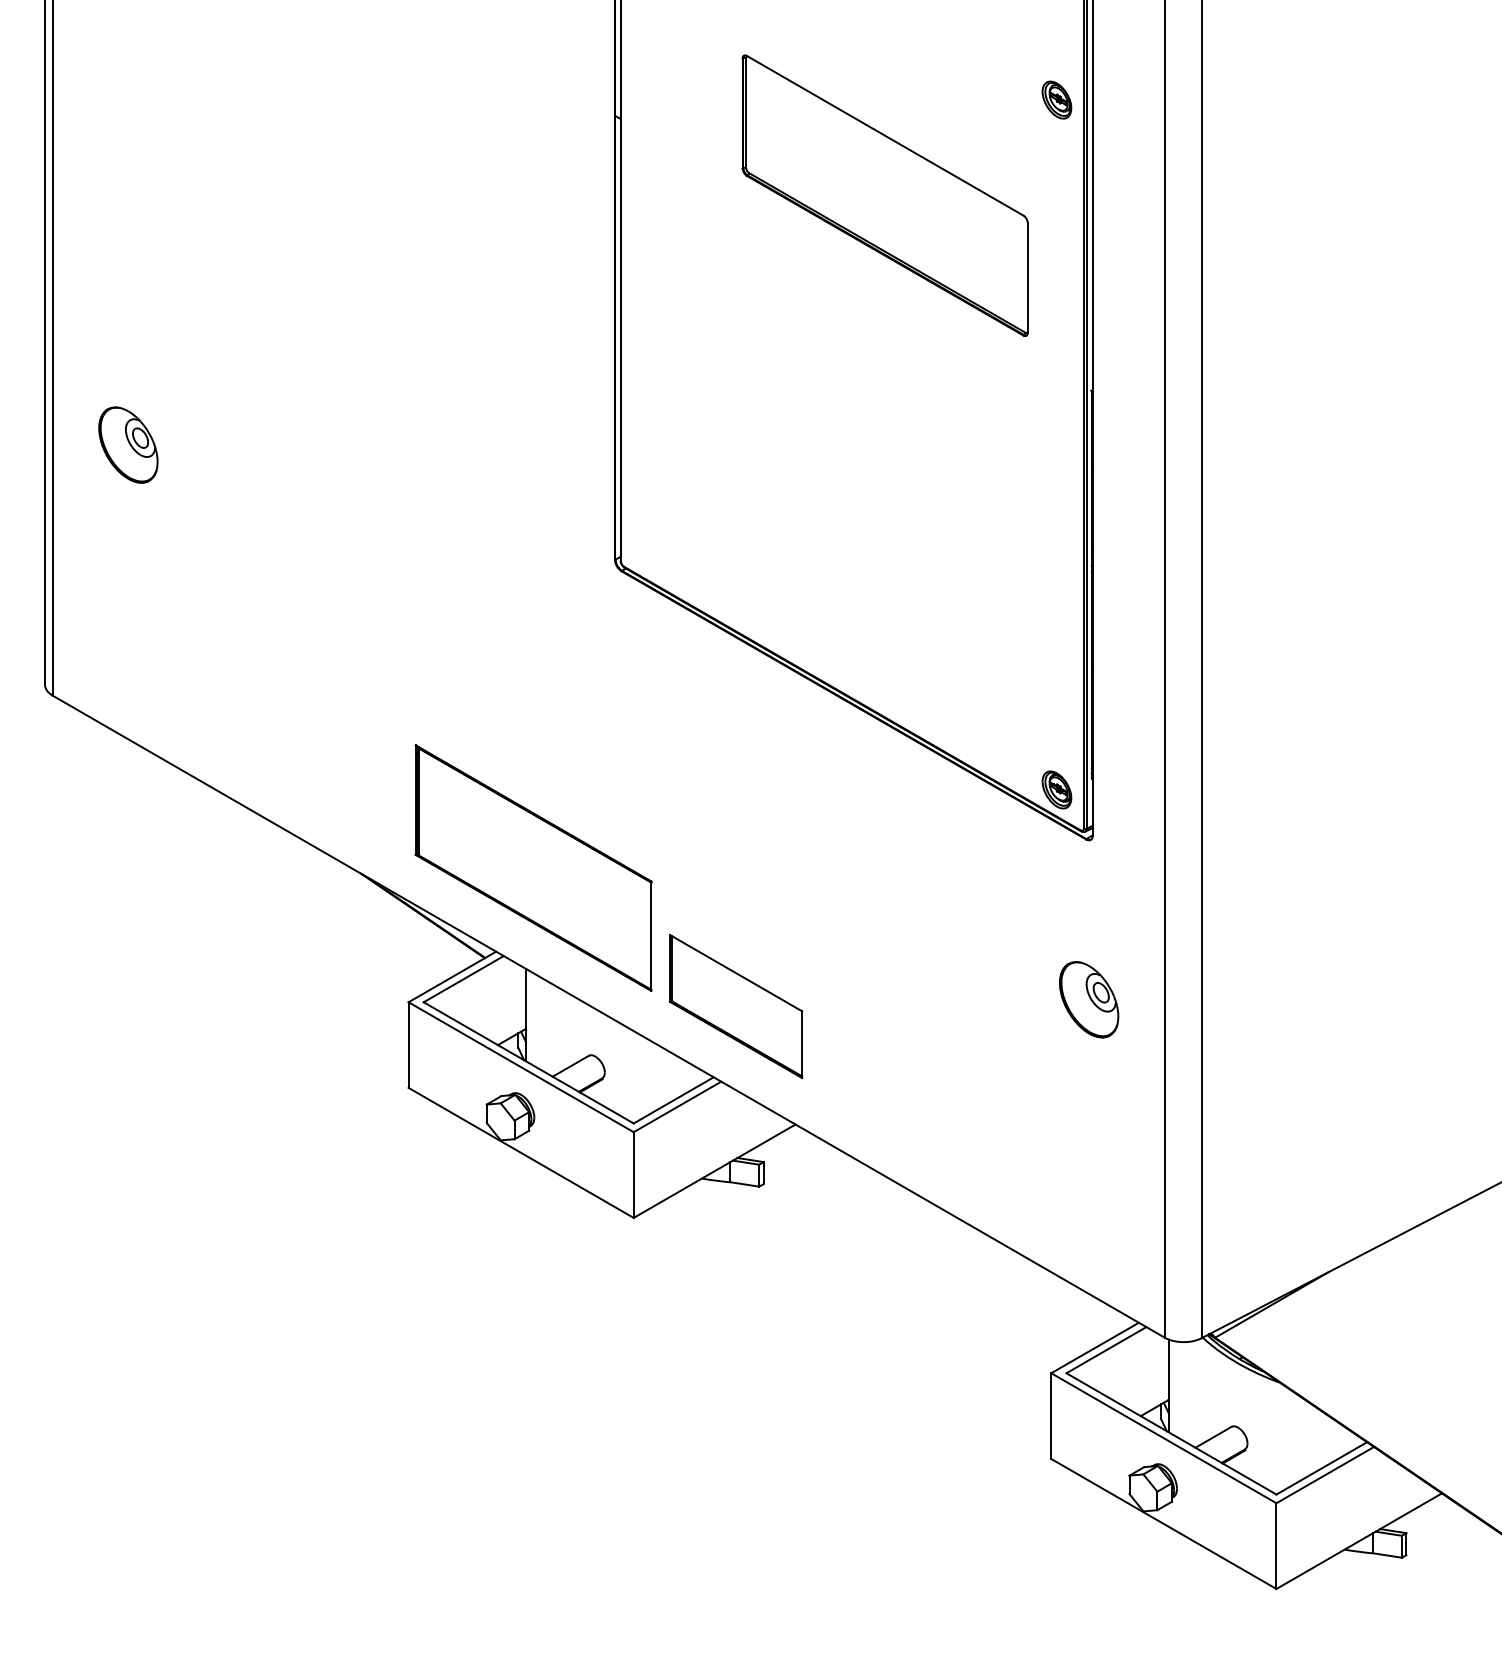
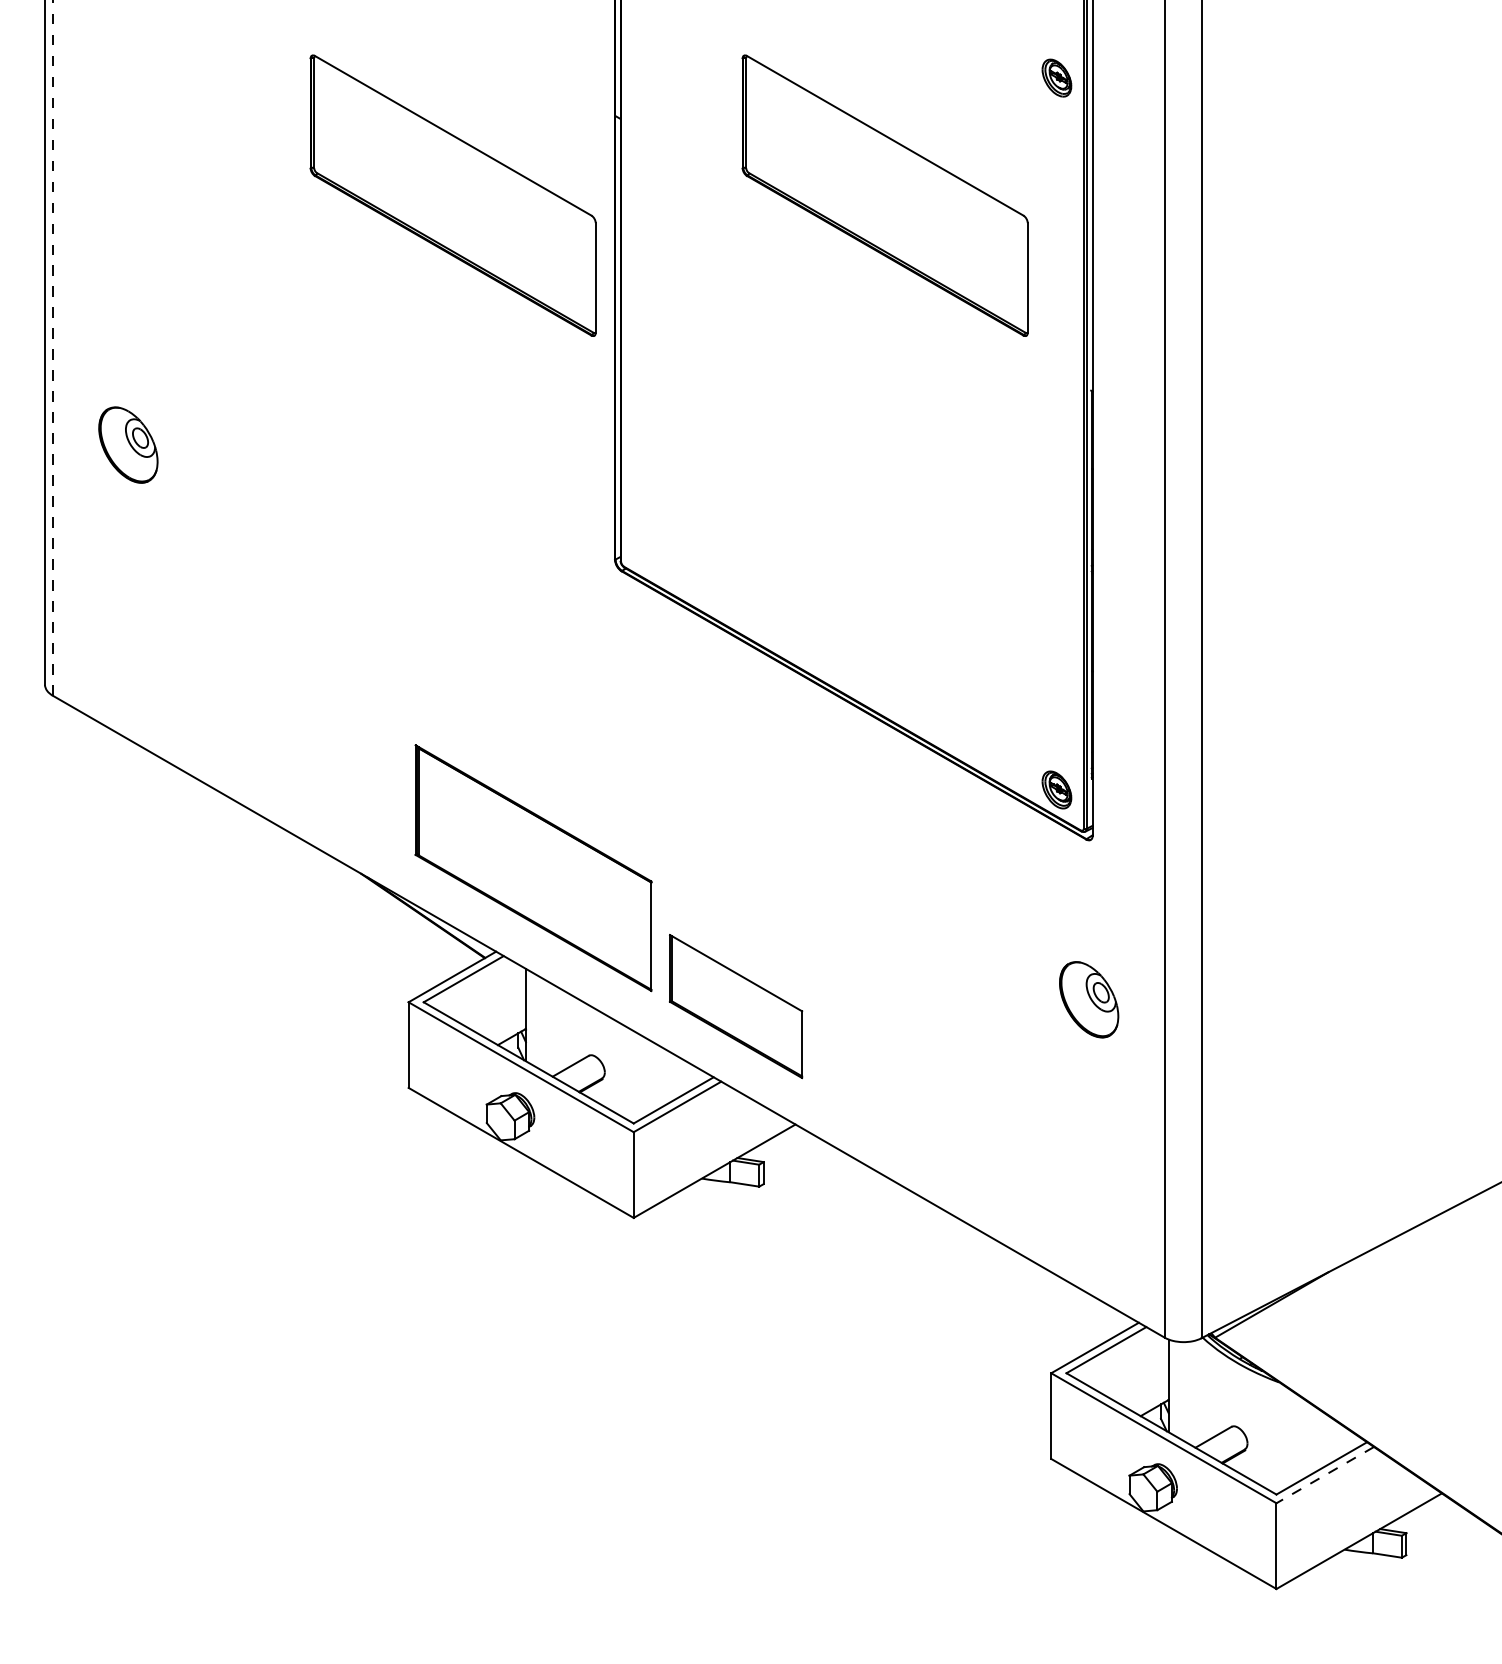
part at (1056, 99) position: (1056, 99) -> (1056, 77)
part at (452, 195): none -> present
line at (52, 347): solid -> dashed
line at (1324, 1475): solid -> dashed
